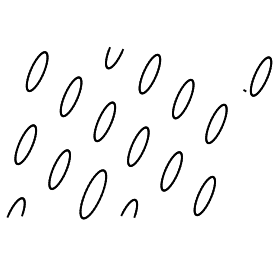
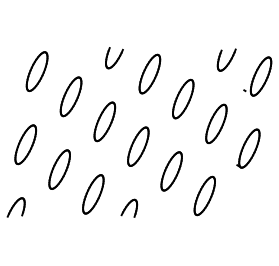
part at (226, 59): none -> present
part at (248, 148): none -> present
part at (93, 194) size: 29x51 px -> 23x41 px
